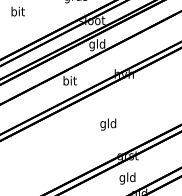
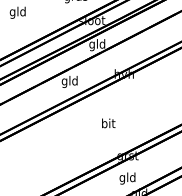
text at (17, 12): bit -> gld
text at (69, 81): bit -> gld
text at (108, 124): gld -> bit
